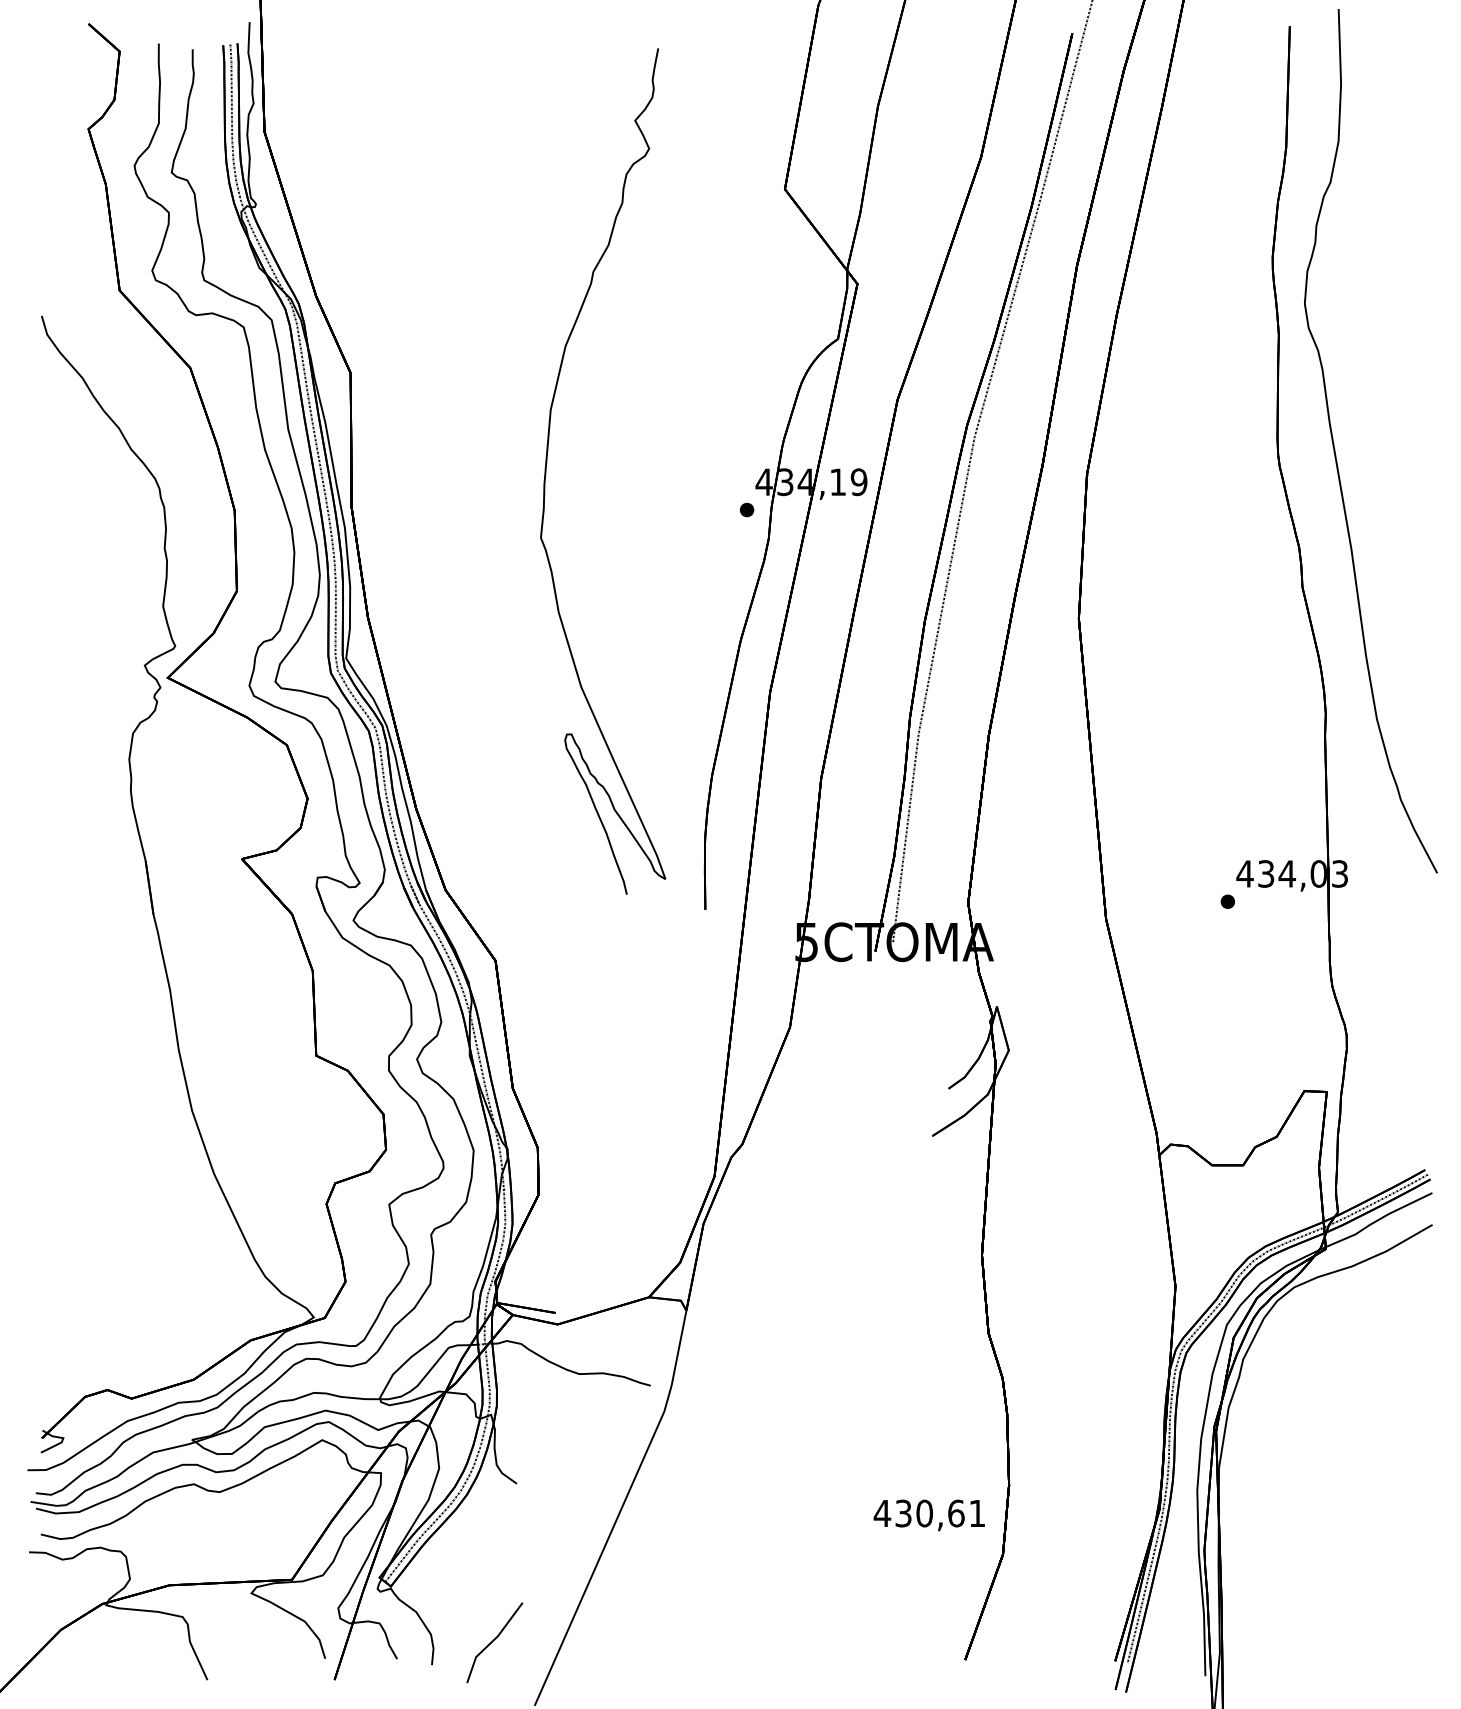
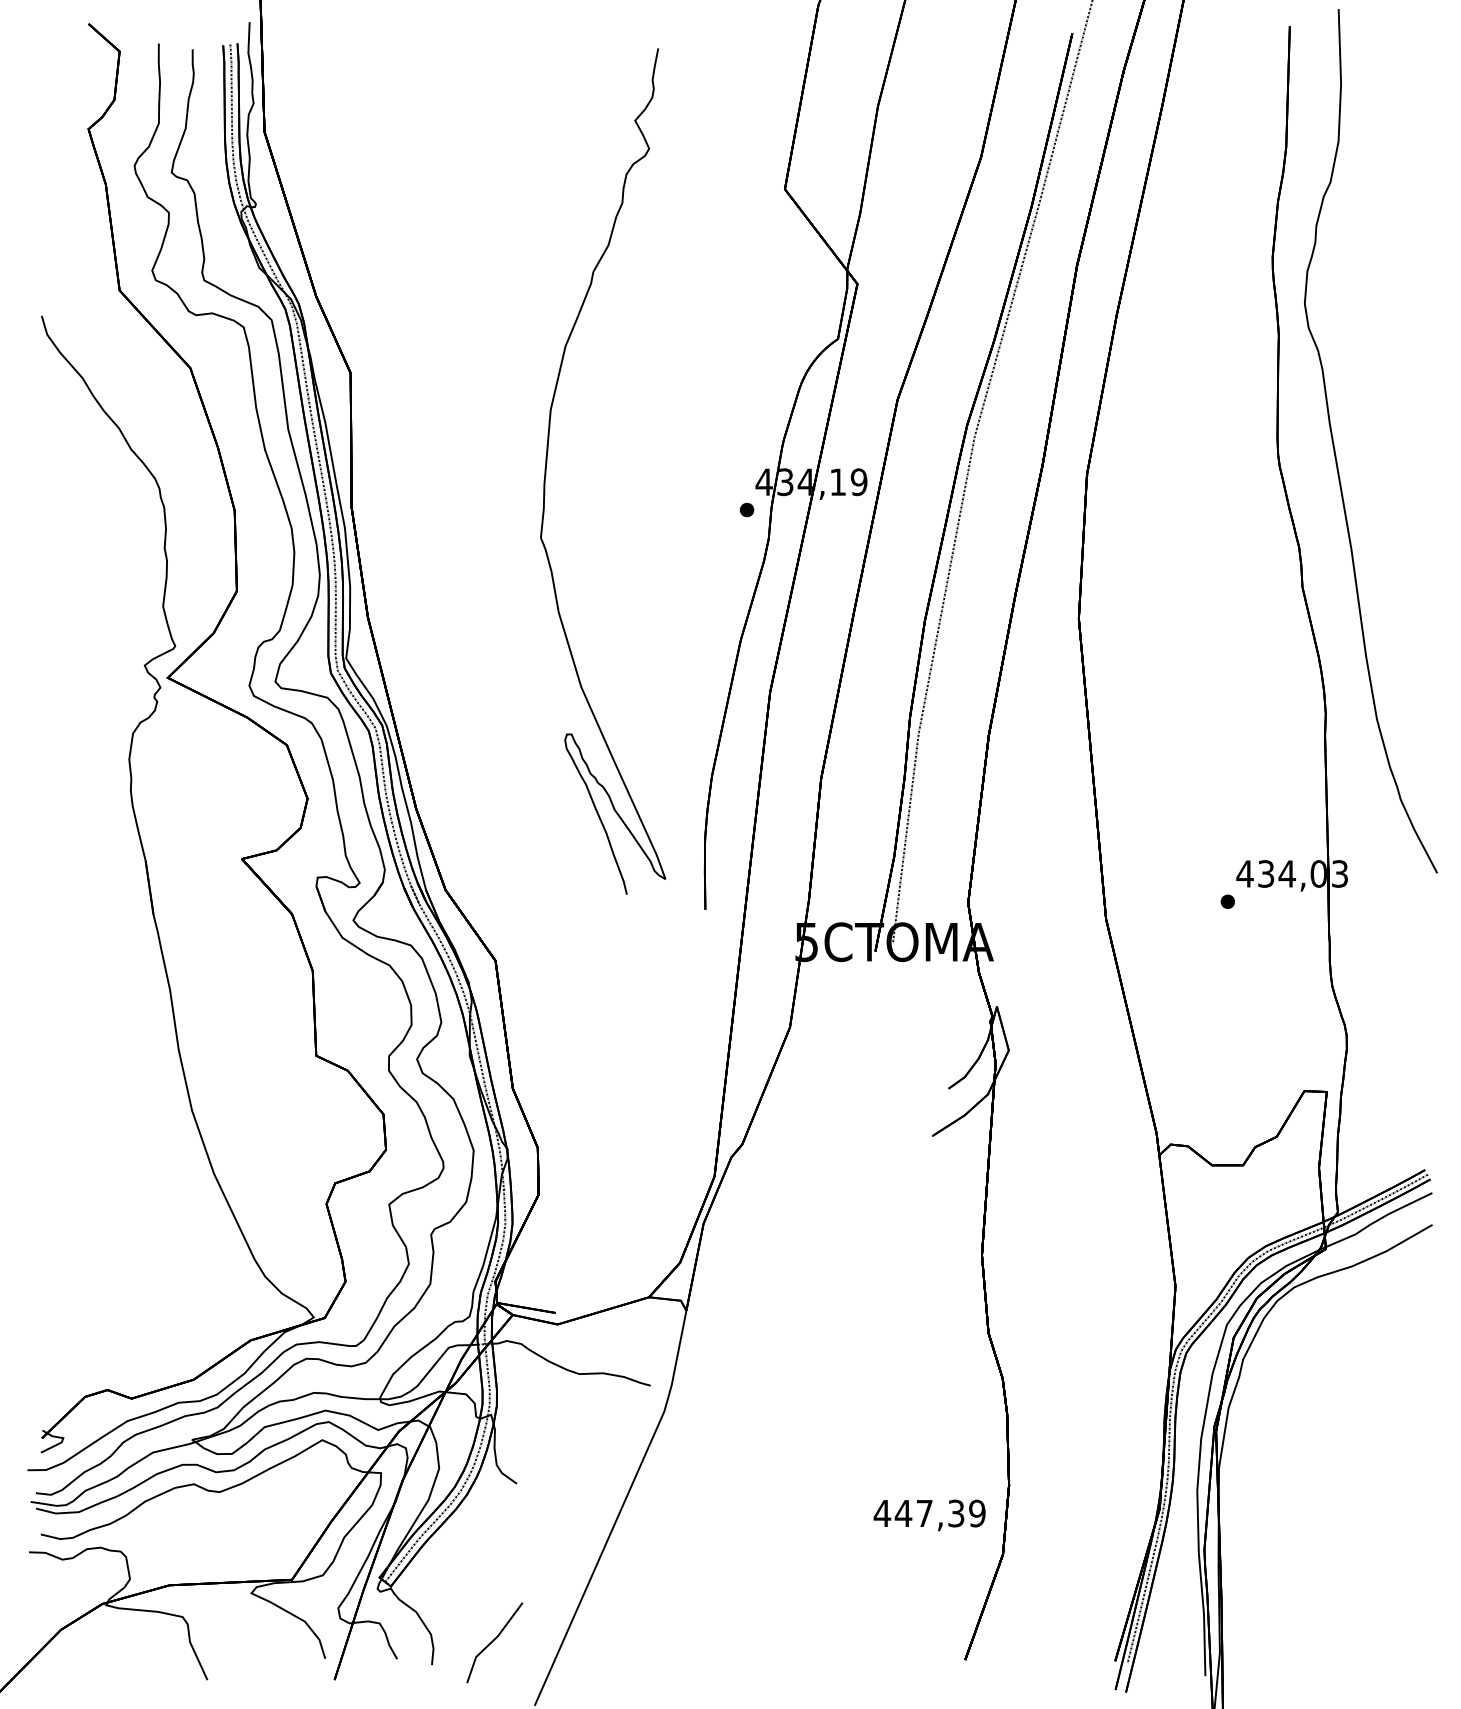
text at (939, 1513): 430,61 -> 447,39
